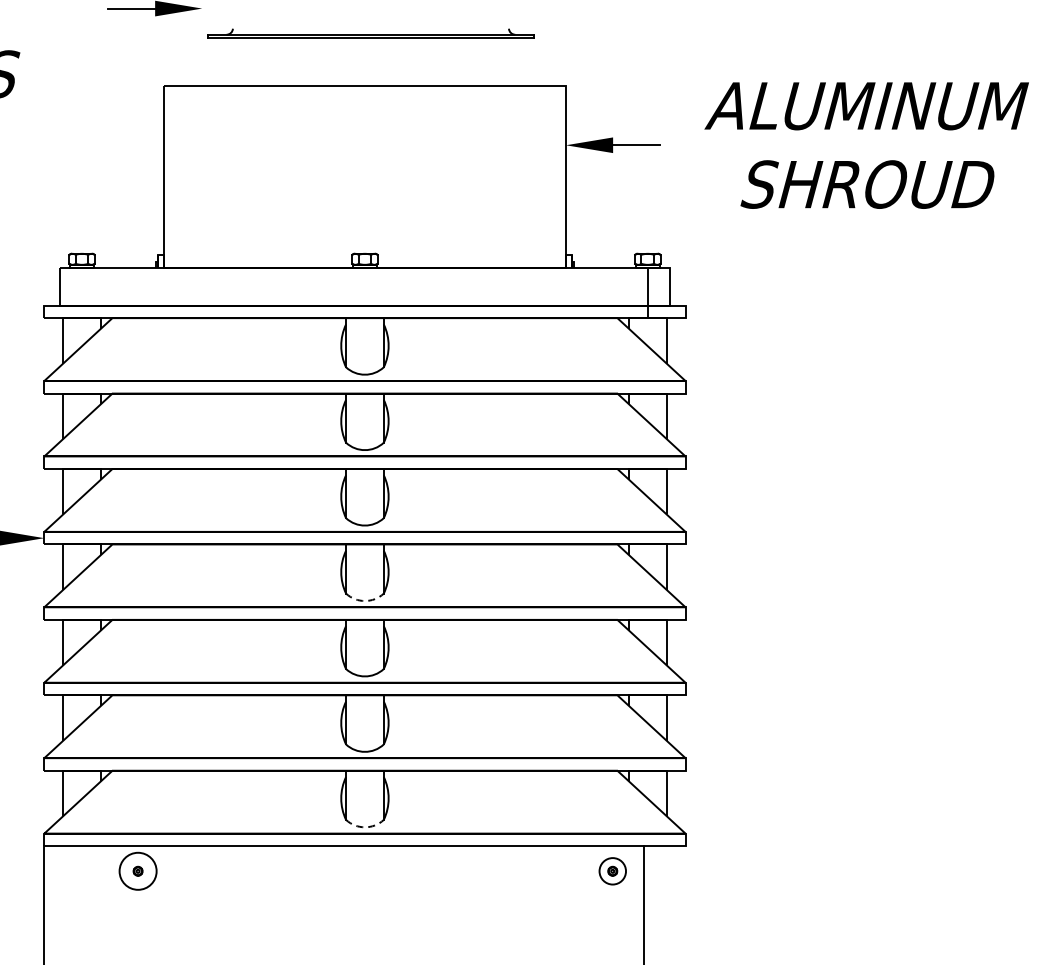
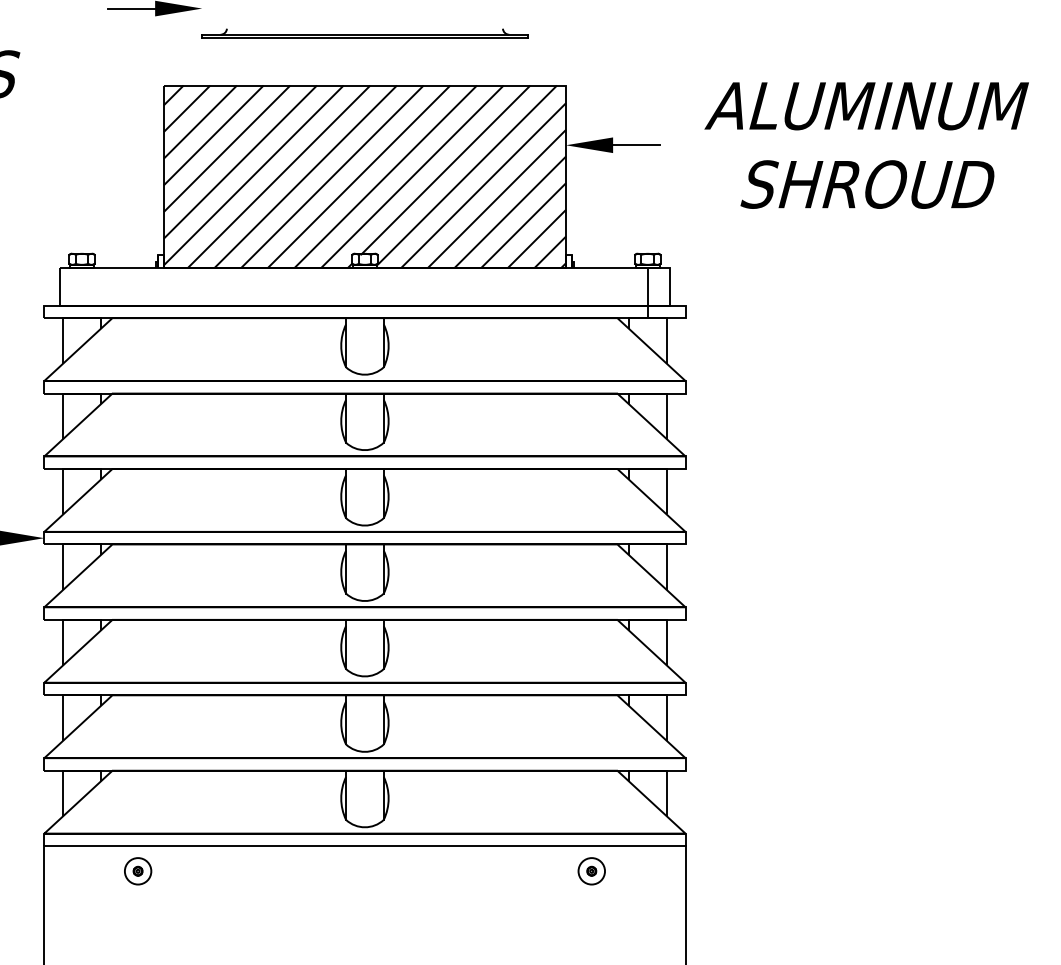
part at (370, 33) position: (370, 33) -> (364, 33)
hatch at (364, 176): none -> present
arc at (364, 601): dashed -> solid
arc at (364, 827): dashed -> solid
circle at (137, 870) diameter: 37 px -> 26 px
part at (612, 871) position: (612, 871) -> (591, 871)
line at (643, 903) position: (643, 903) -> (685, 903)
